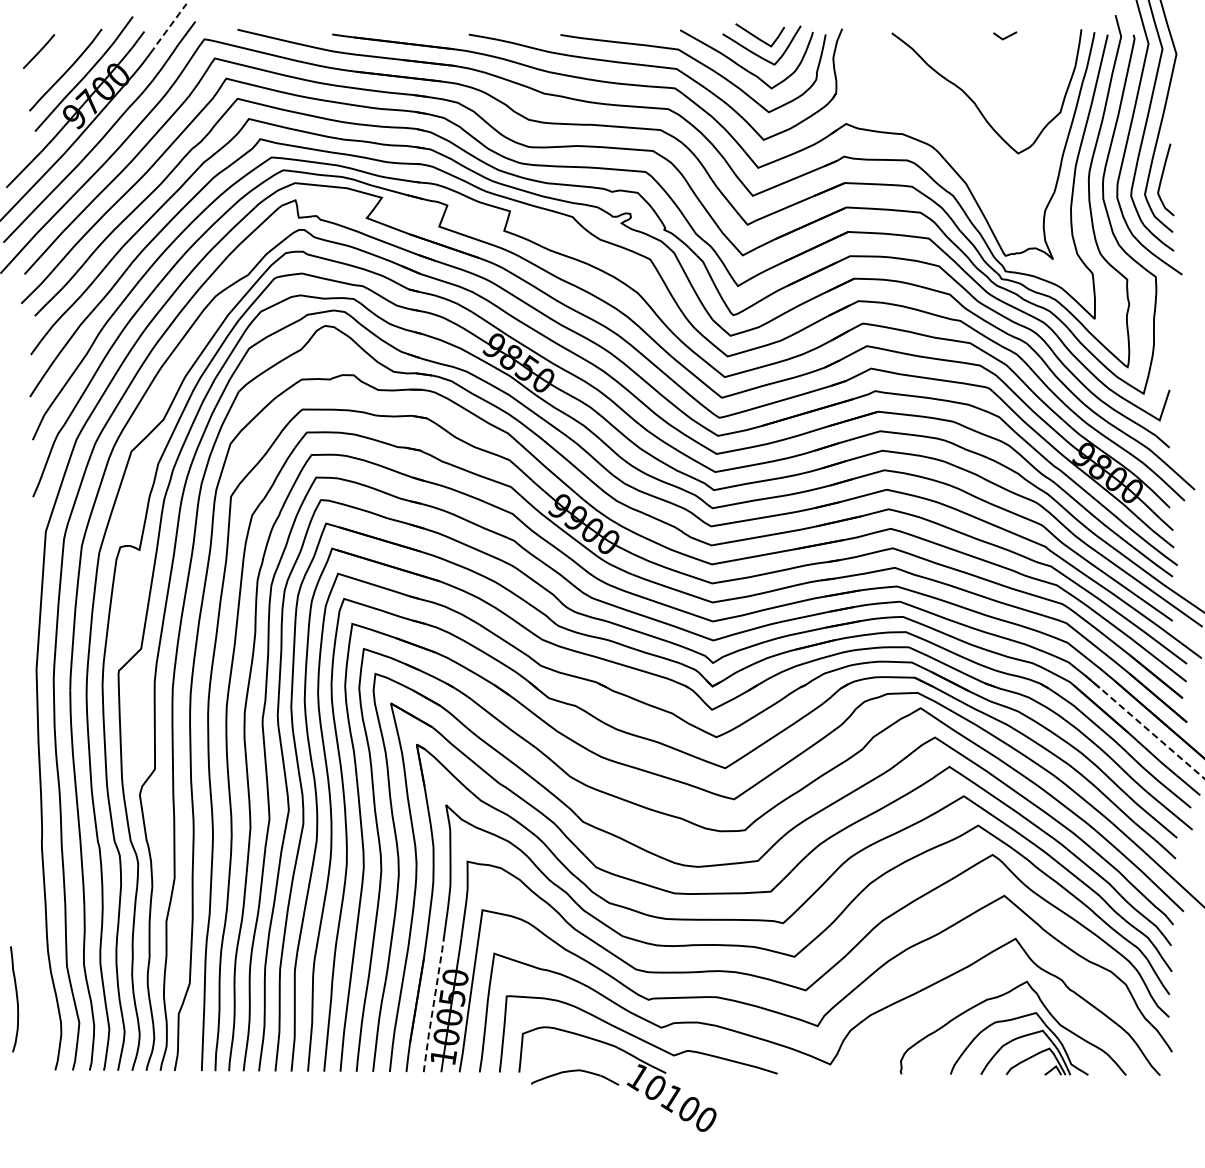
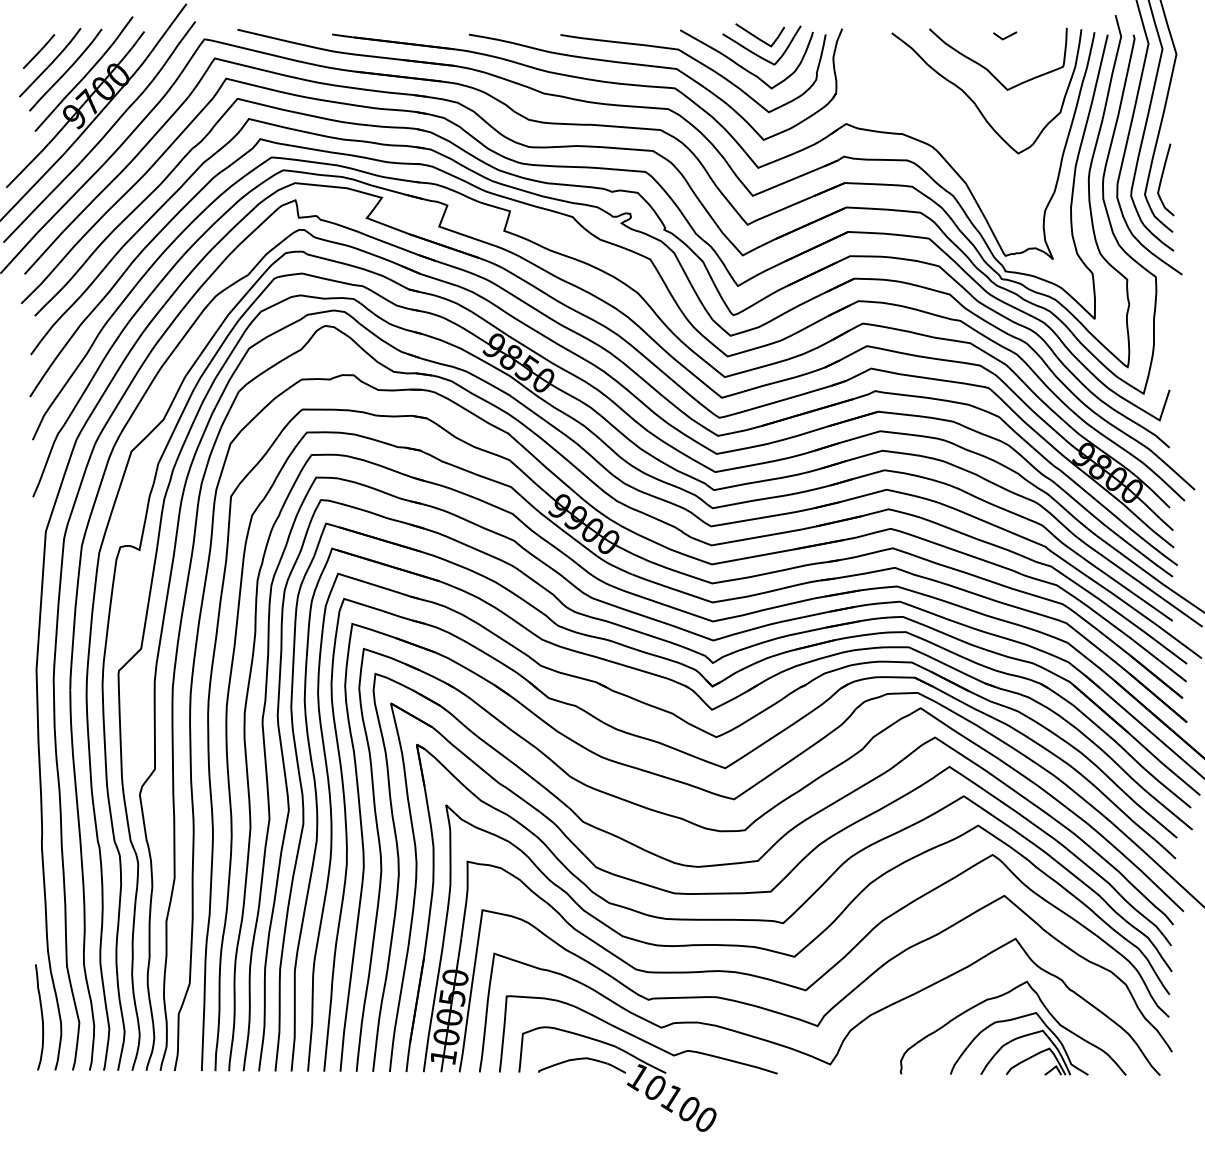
line at (167, 29): dashed -> solid
curve at (51, 62): none -> present
curve at (987, 68): none -> present
line at (1145, 727): dashed -> solid
curve at (16, 999) position: (16, 999) -> (41, 1017)
line at (433, 1003): dashed -> solid
part at (575, 1077) position: (575, 1077) -> (582, 1065)
